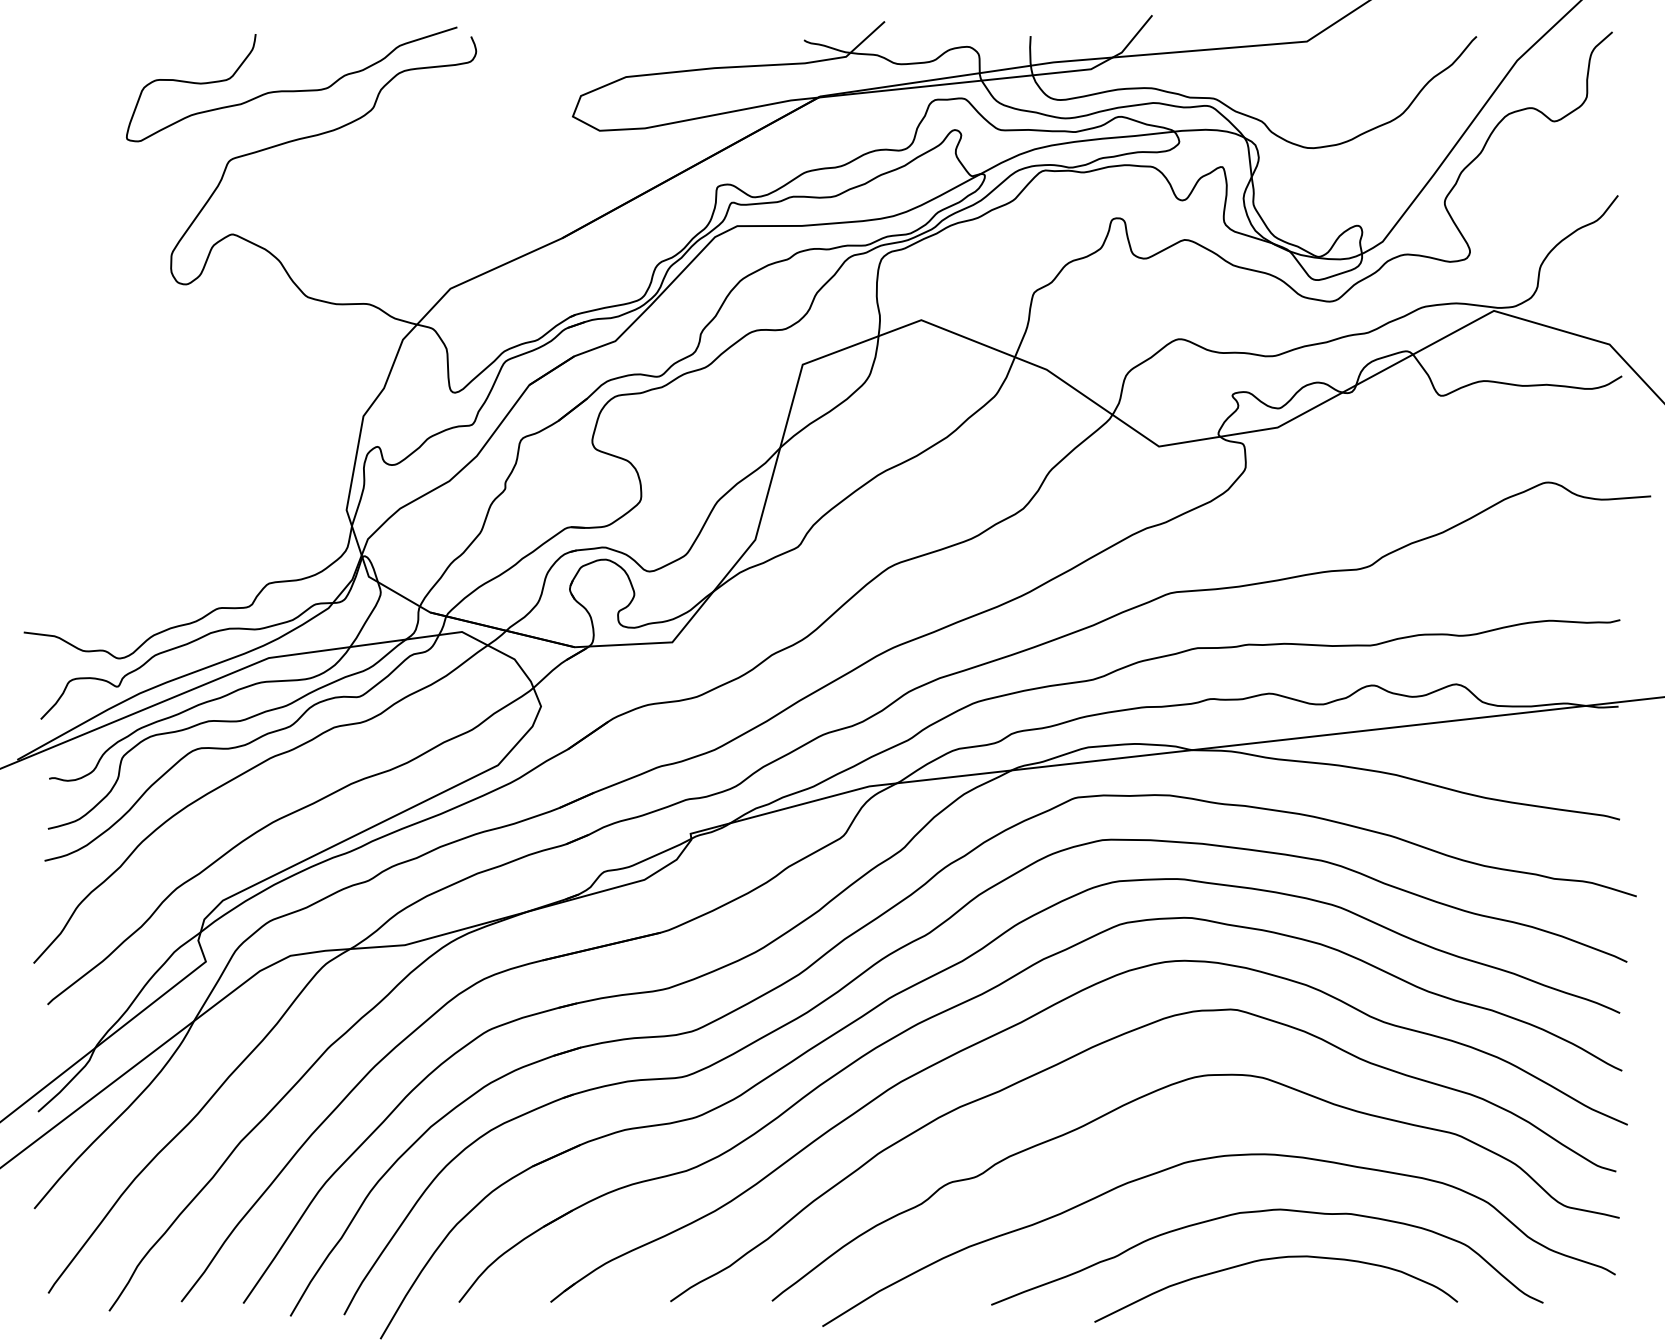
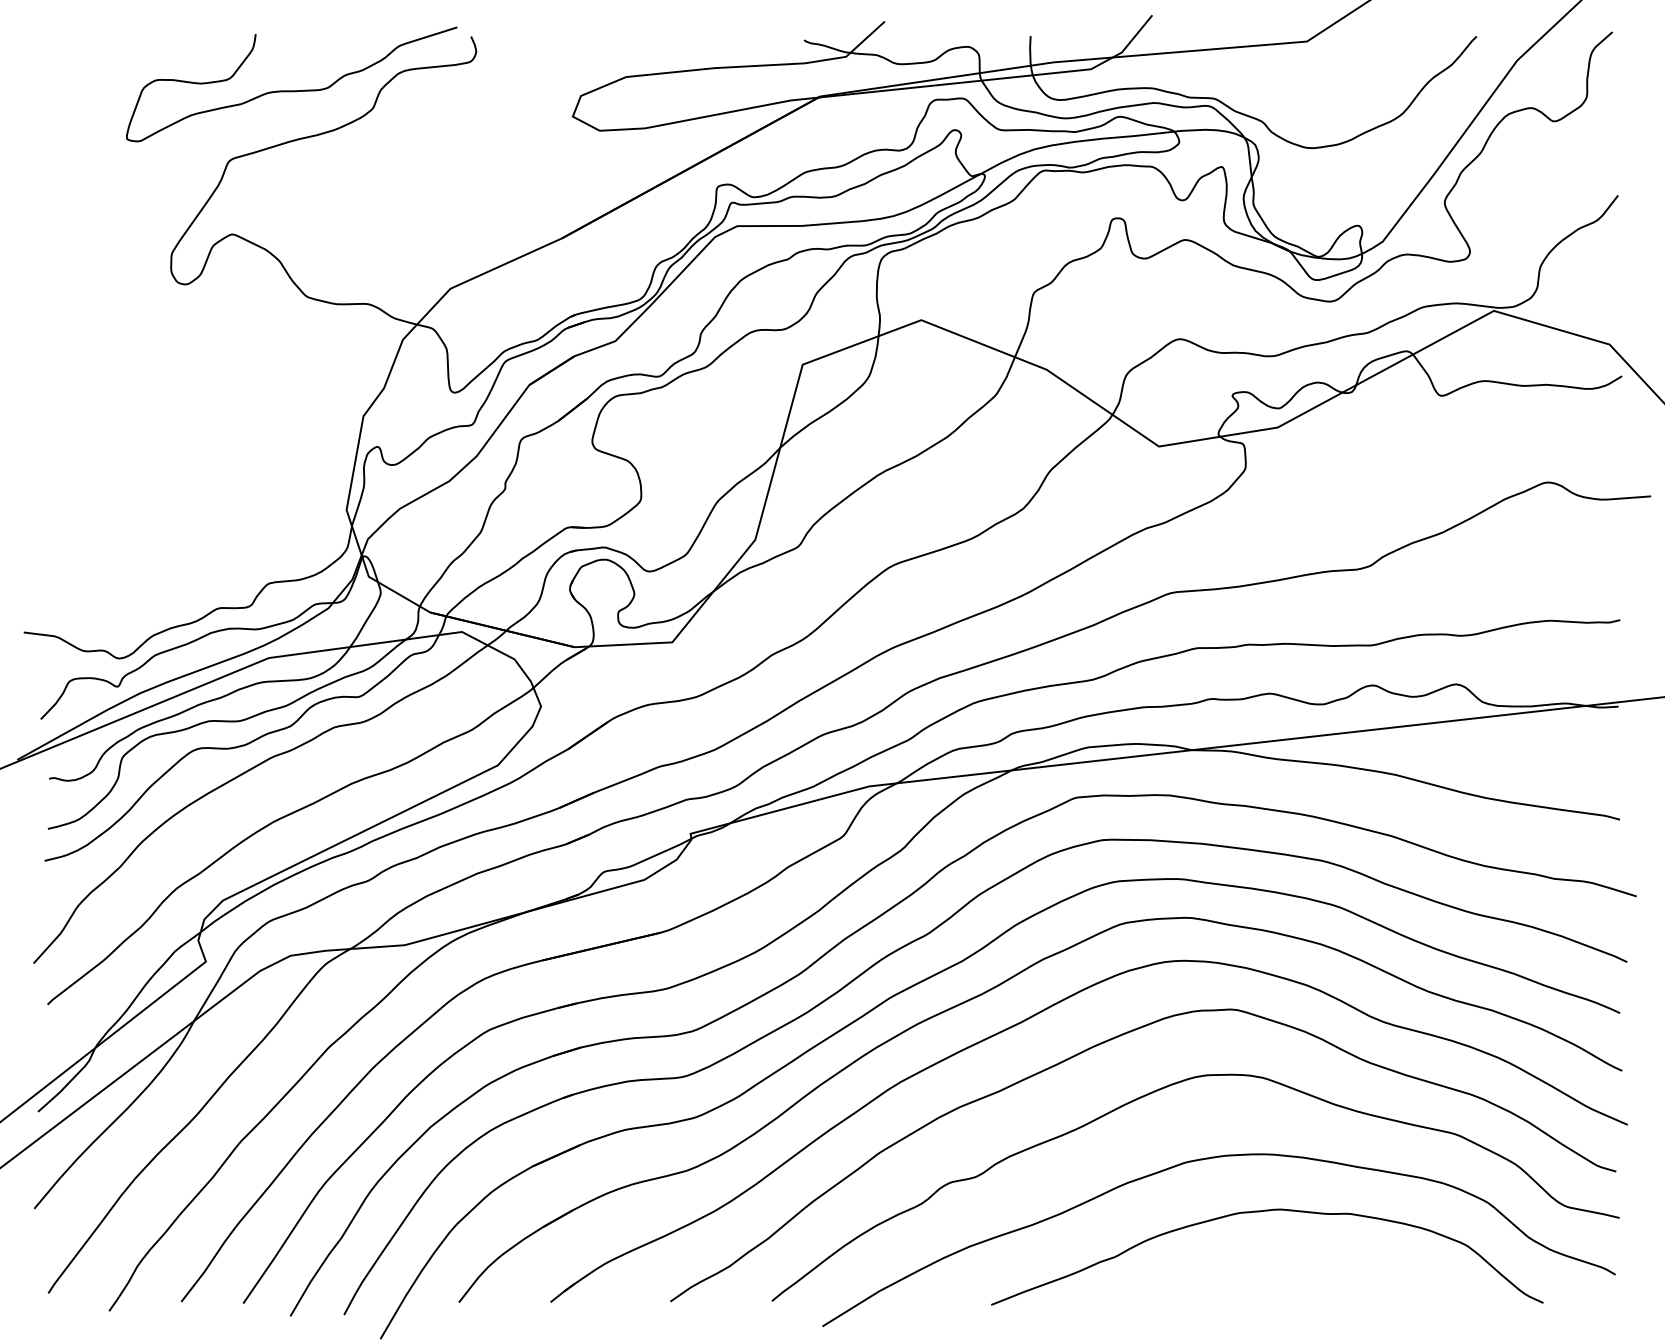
curve at (1274, 1259): present -> none
